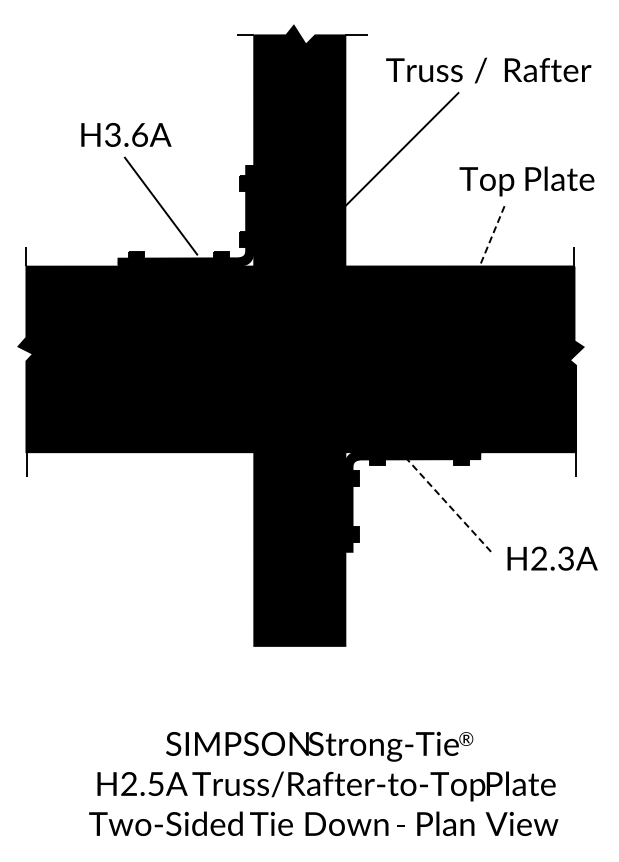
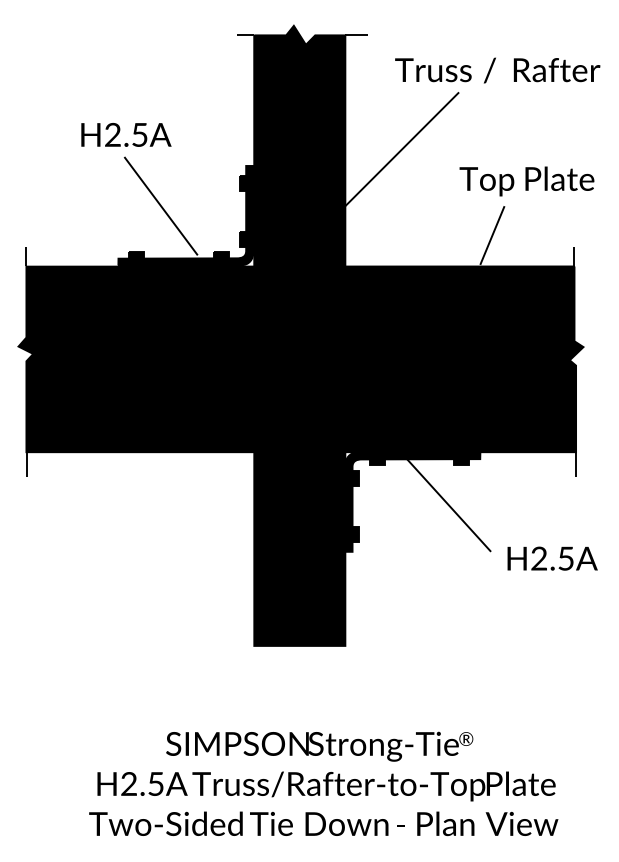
text at (488, 70) position: (488, 70) -> (497, 70)
text at (126, 134): H3.6A -> H2.5A
line at (492, 235): dashed -> solid
line at (448, 505): dashed -> solid
text at (565, 558): H2.3A -> H2.5A
